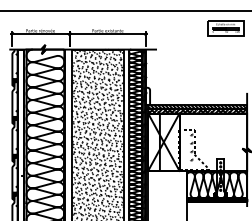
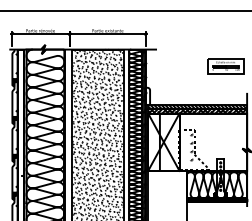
part at (225, 28) position: (225, 28) -> (225, 66)
